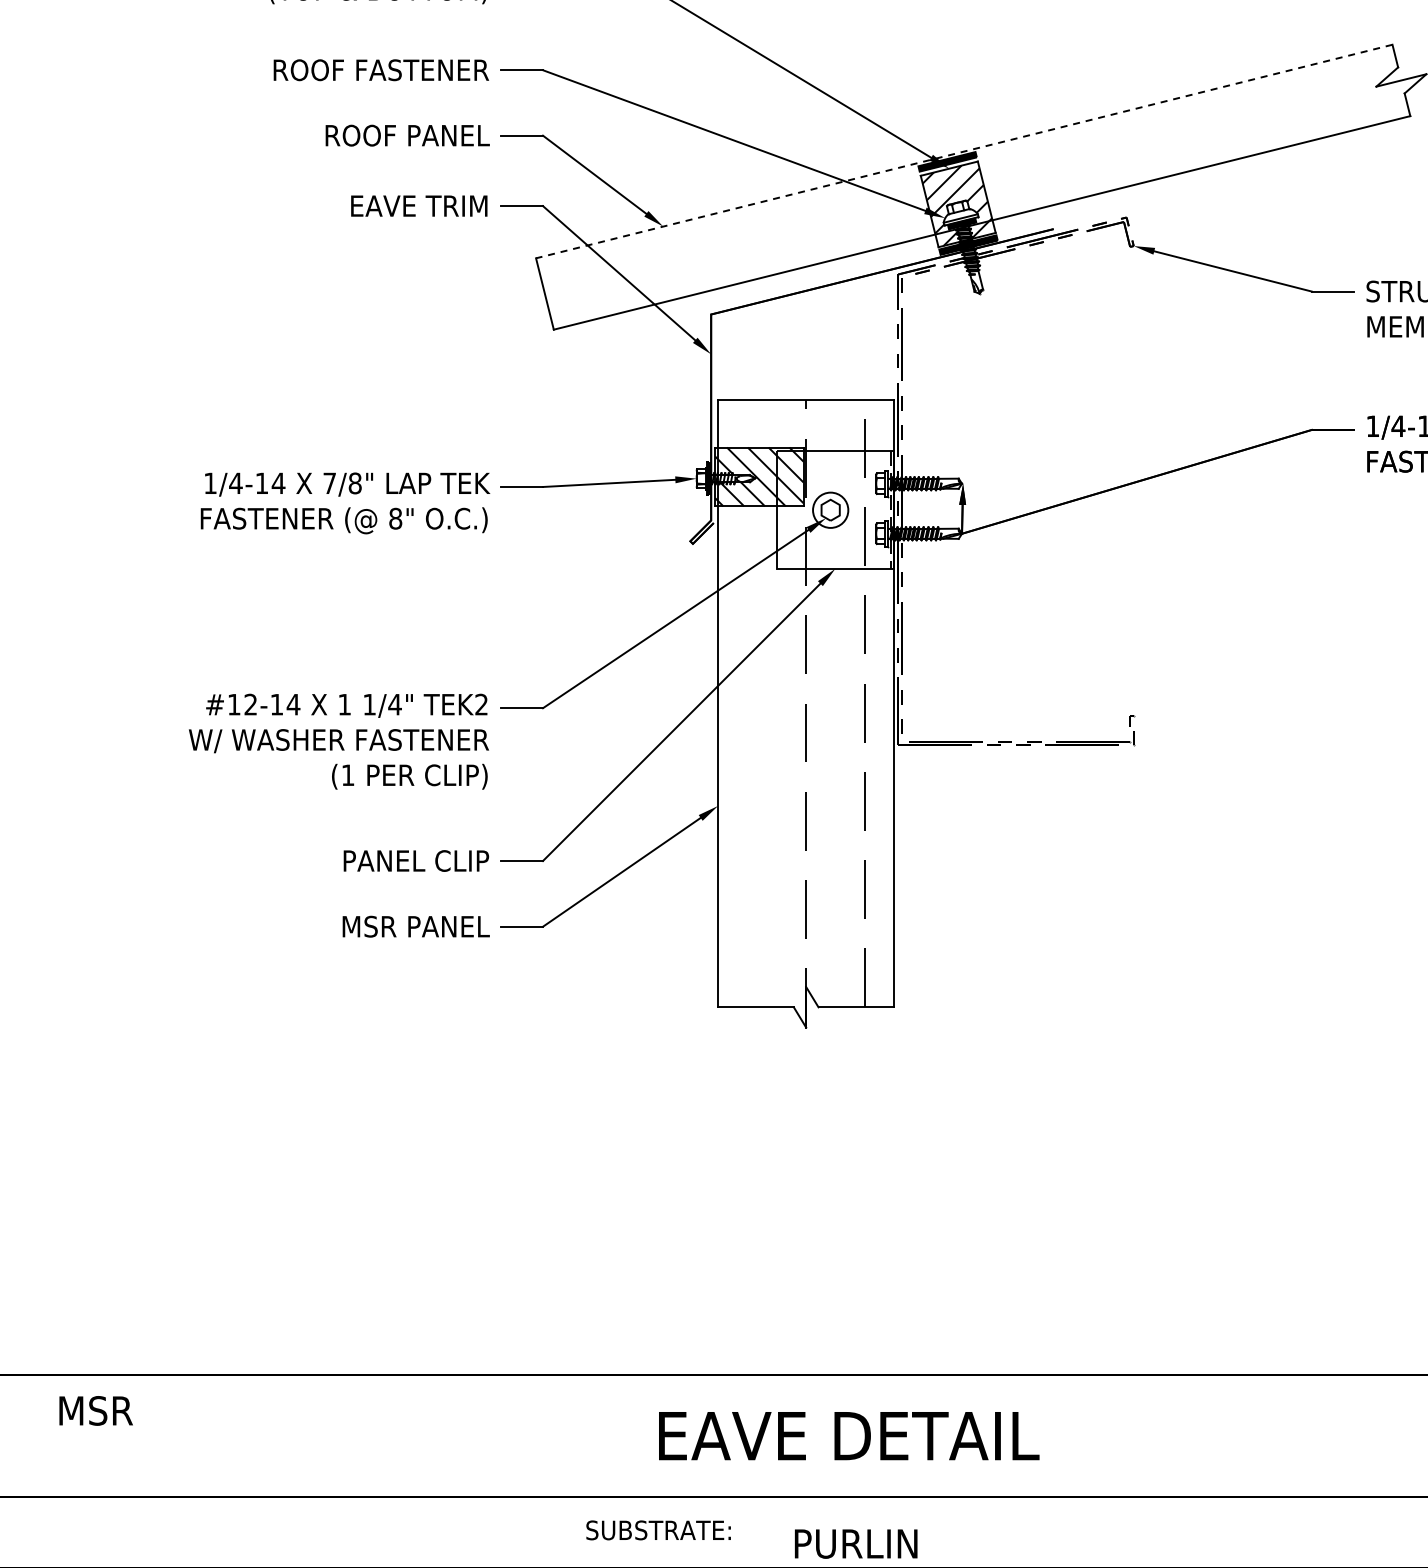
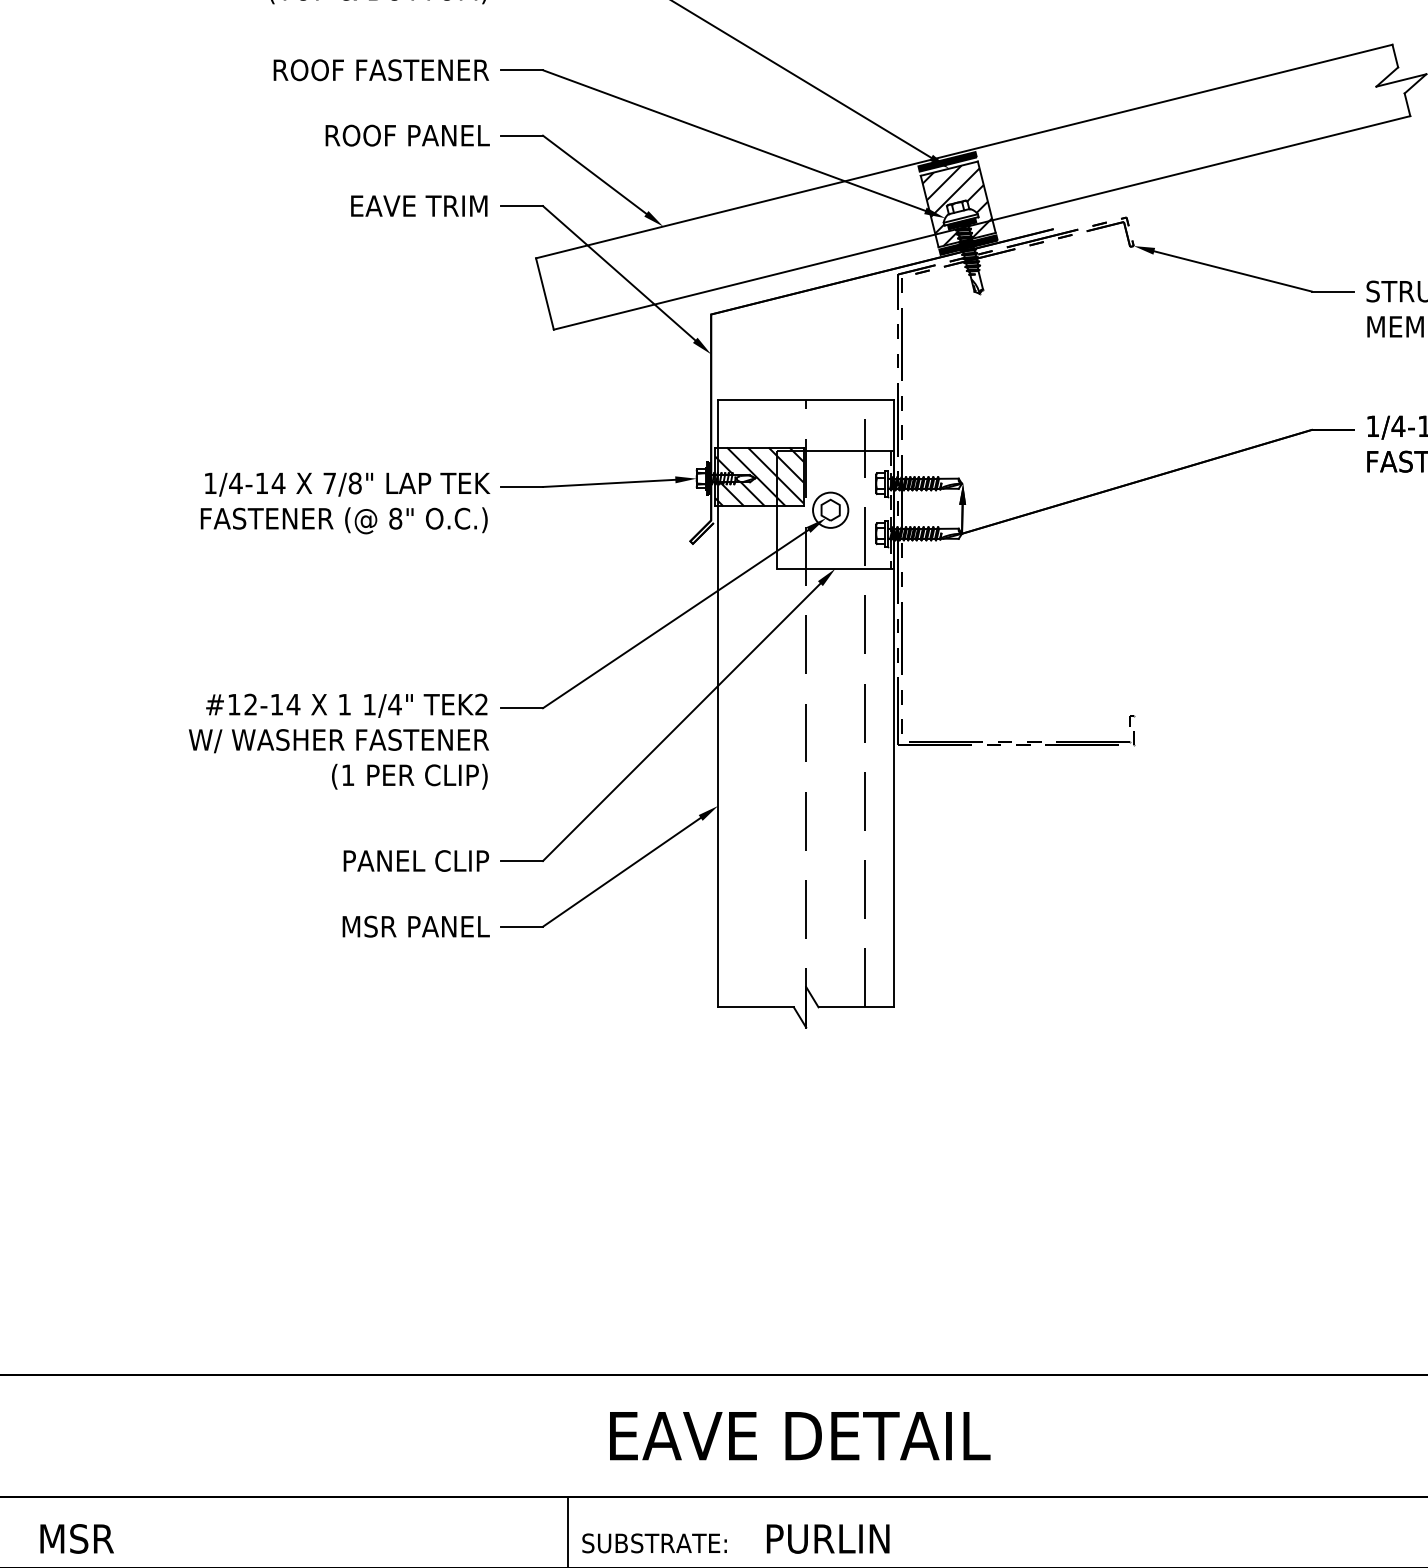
line at (963, 151): dashed -> solid
text at (95, 1410) position: (95, 1410) -> (76, 1538)
text at (849, 1436) position: (849, 1436) -> (800, 1436)
line at (568, 1530): none -> present
text at (658, 1530) position: (658, 1530) -> (654, 1543)
text at (856, 1543) position: (856, 1543) -> (828, 1538)
